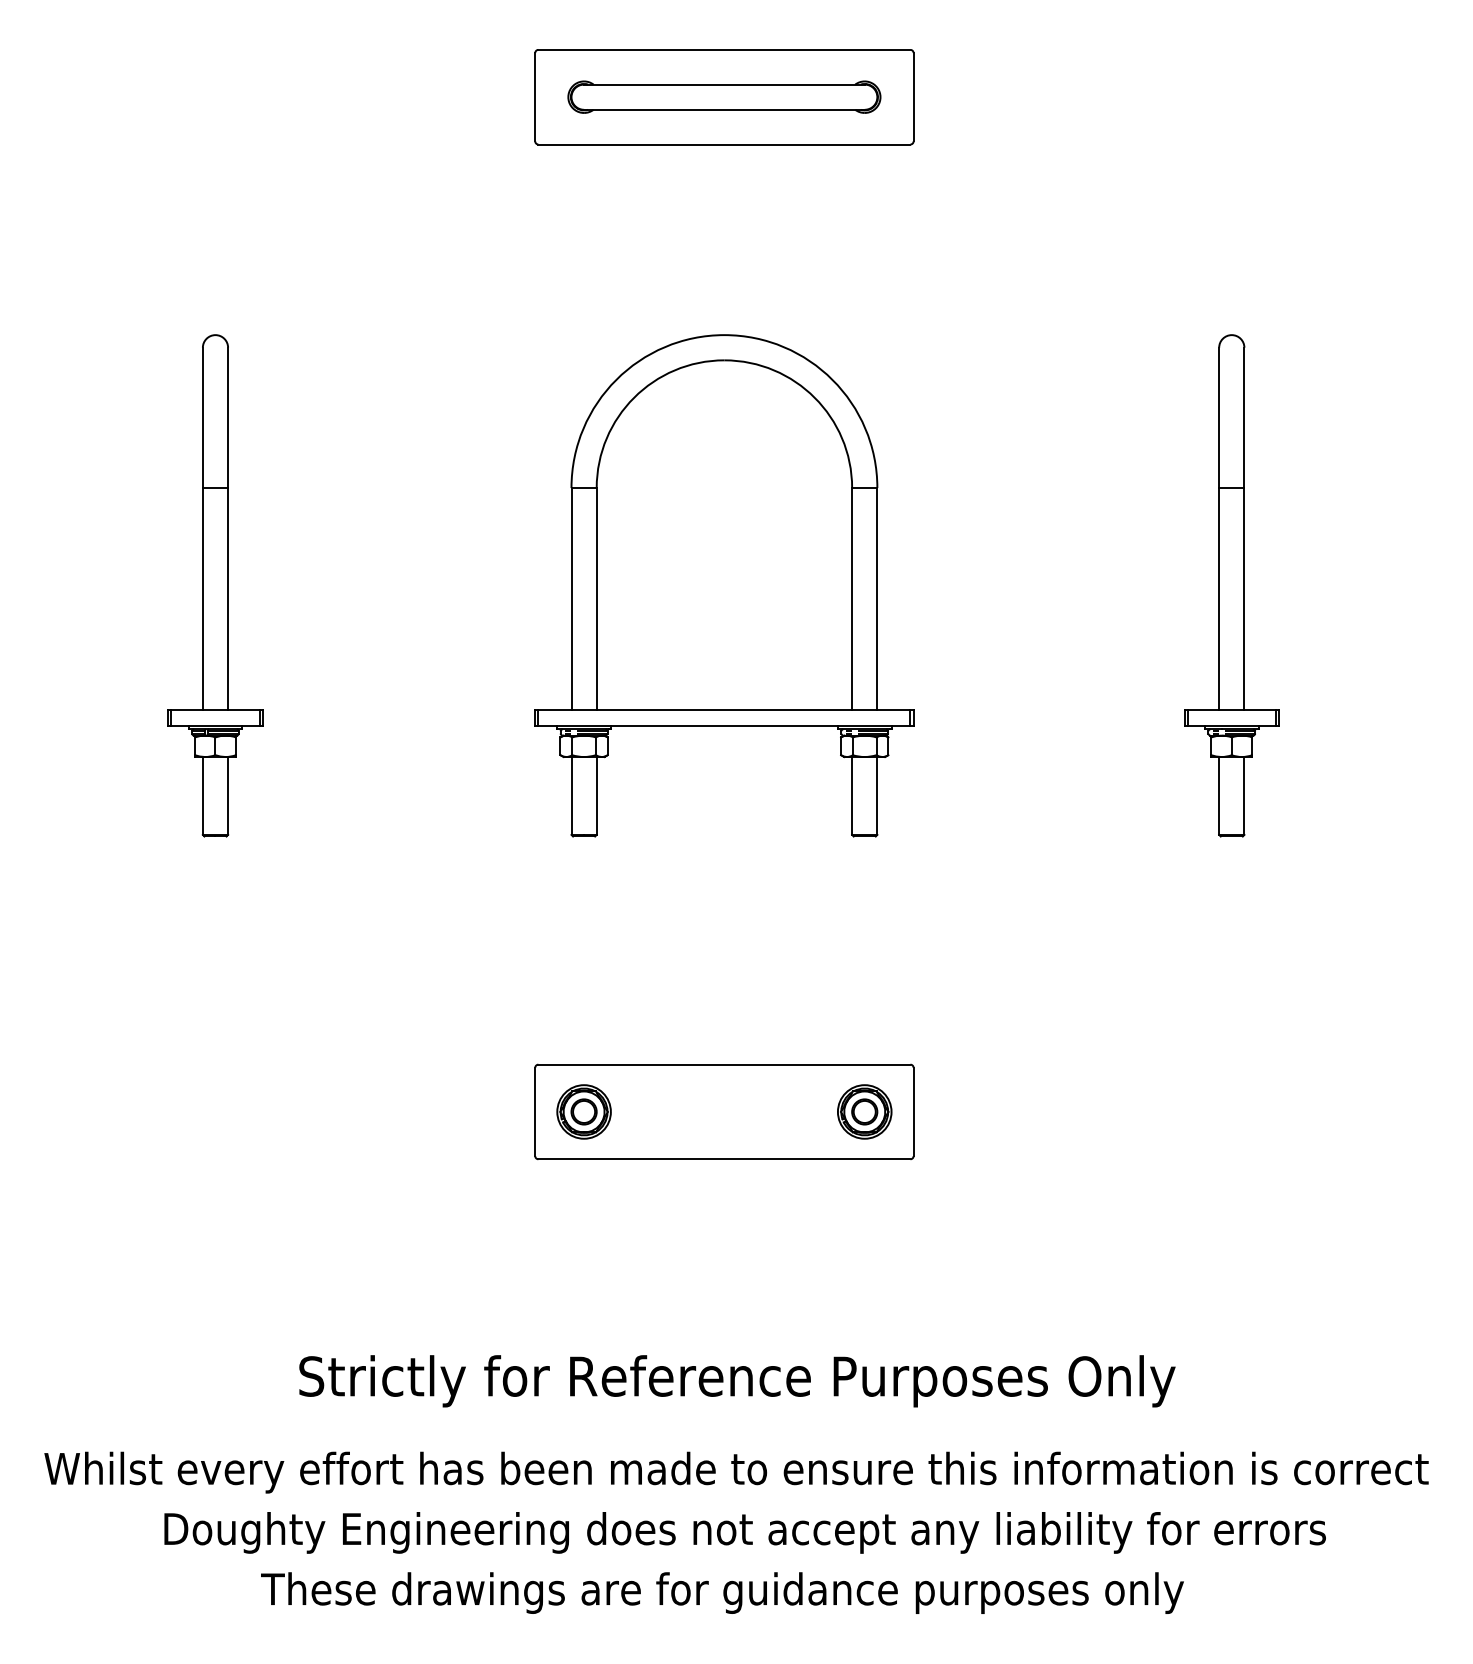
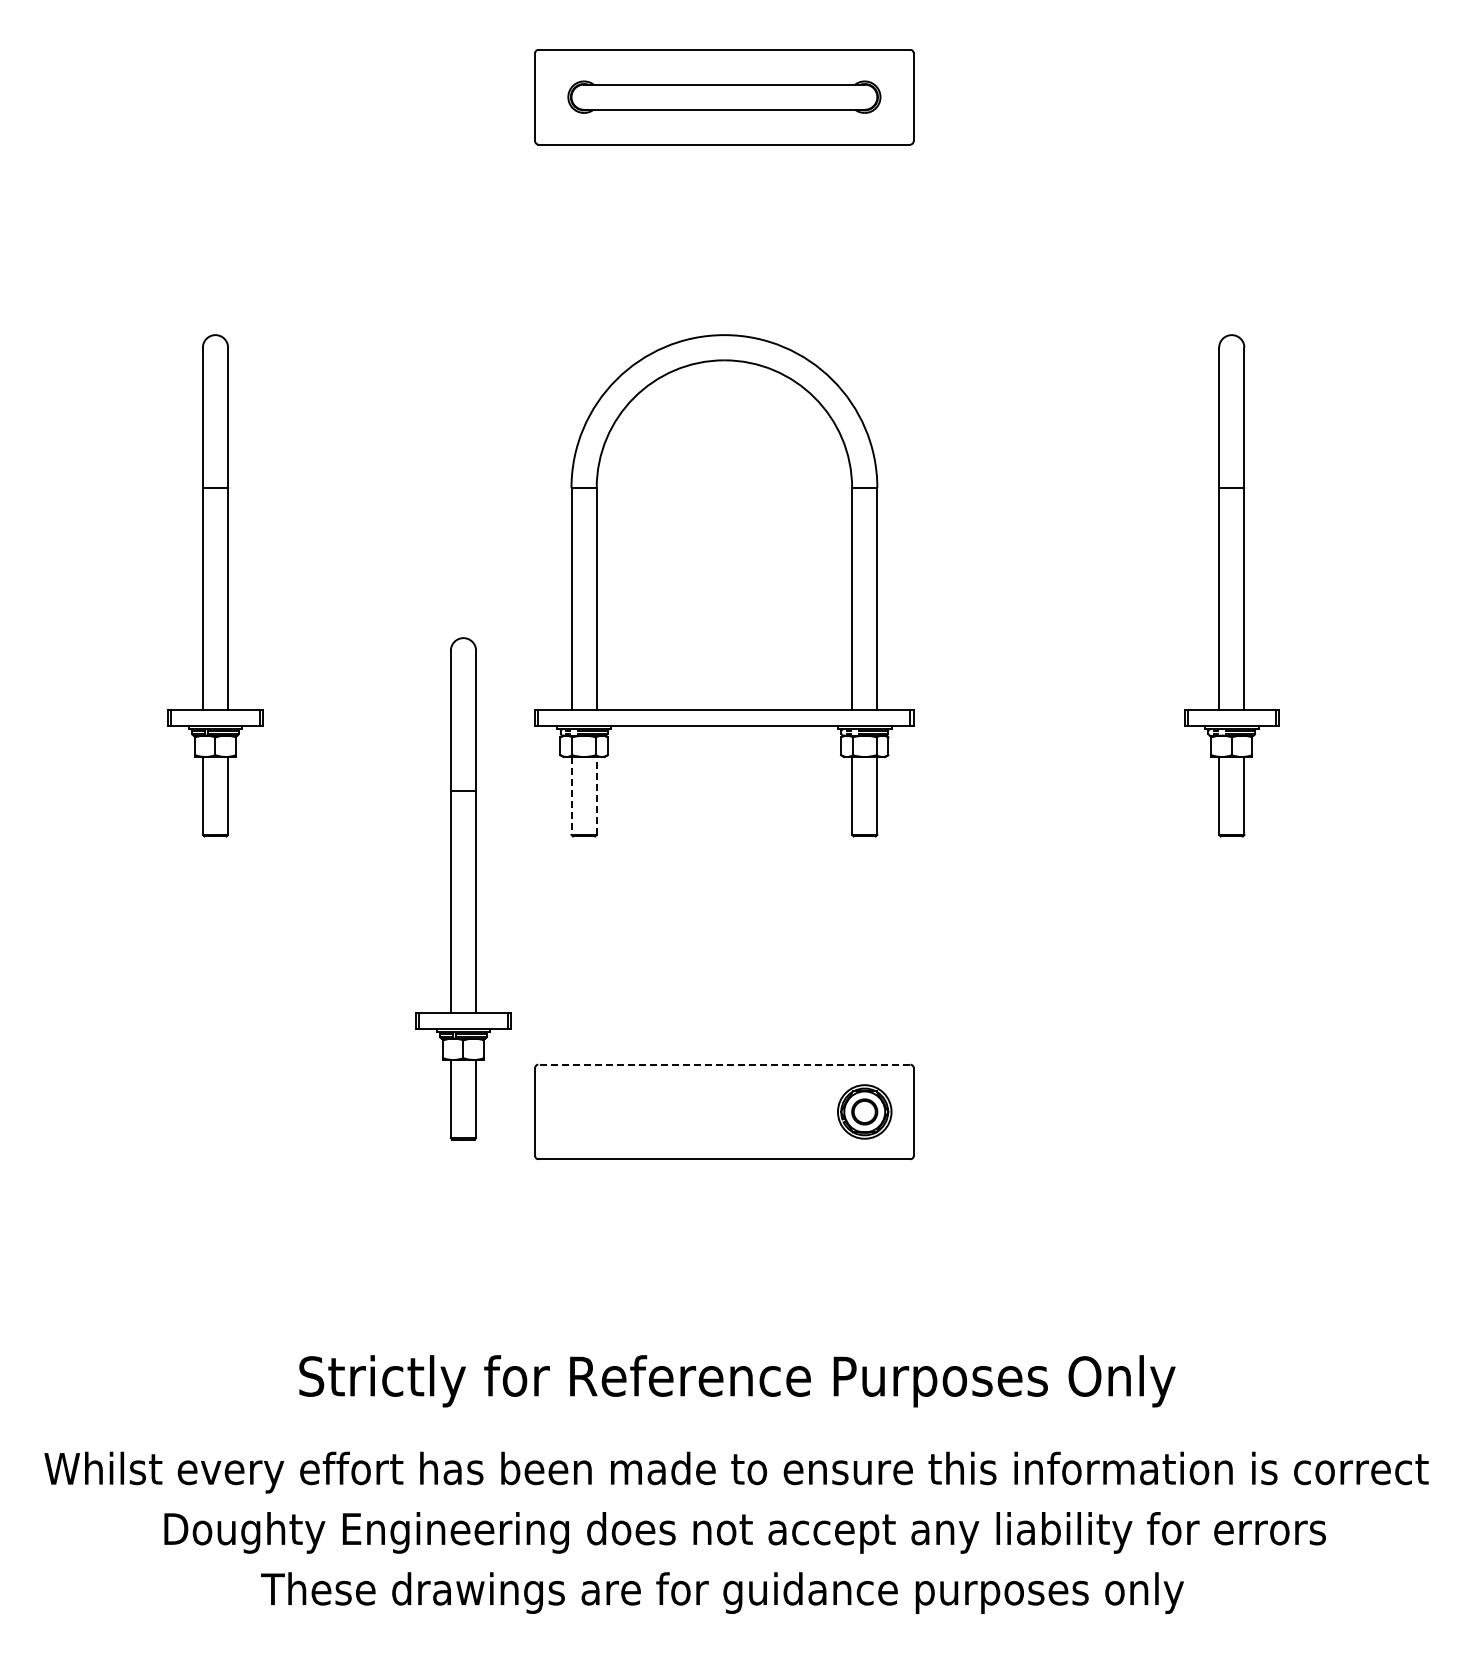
line at (571, 795): solid -> dashed
line at (596, 795): solid -> dashed
part at (463, 888): none -> present
line at (723, 1064): solid -> dashed
part at (583, 1111): present -> none
